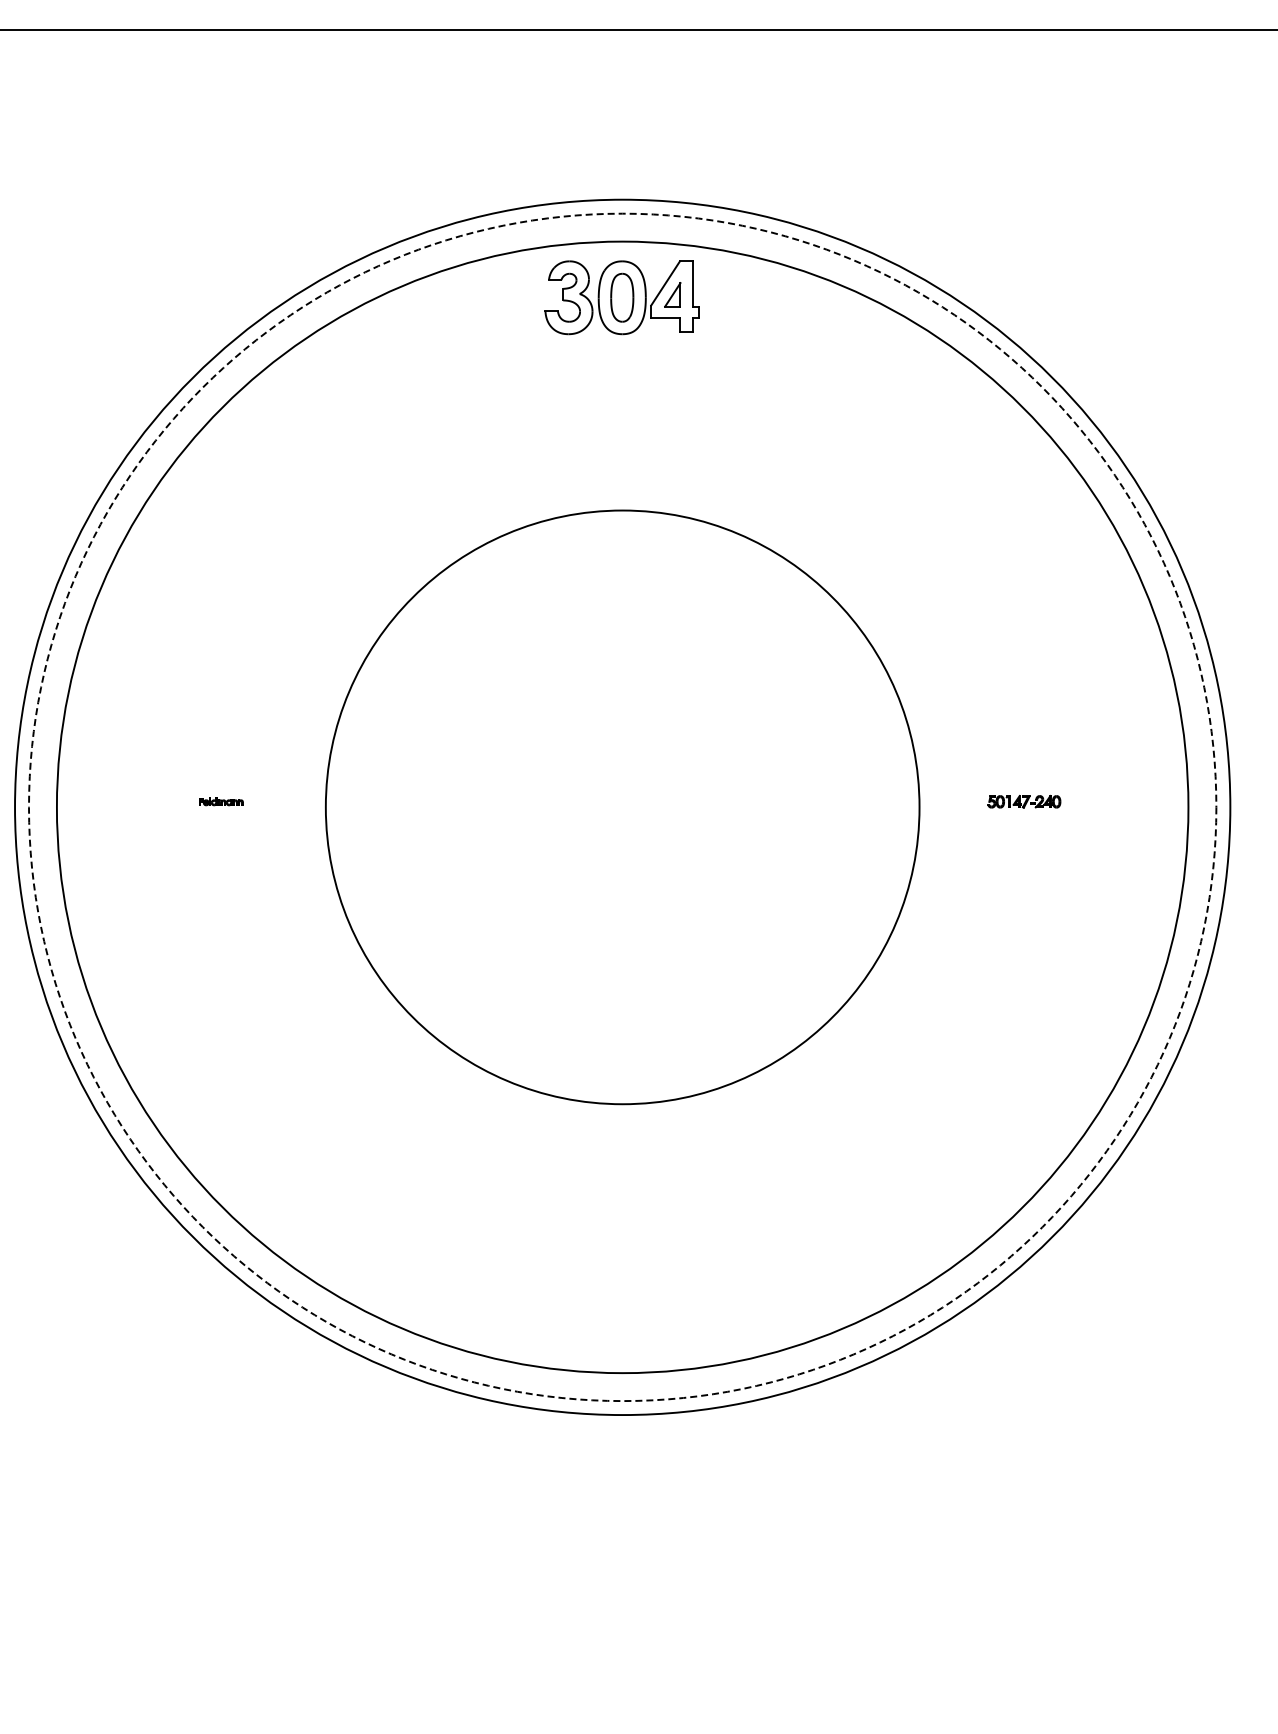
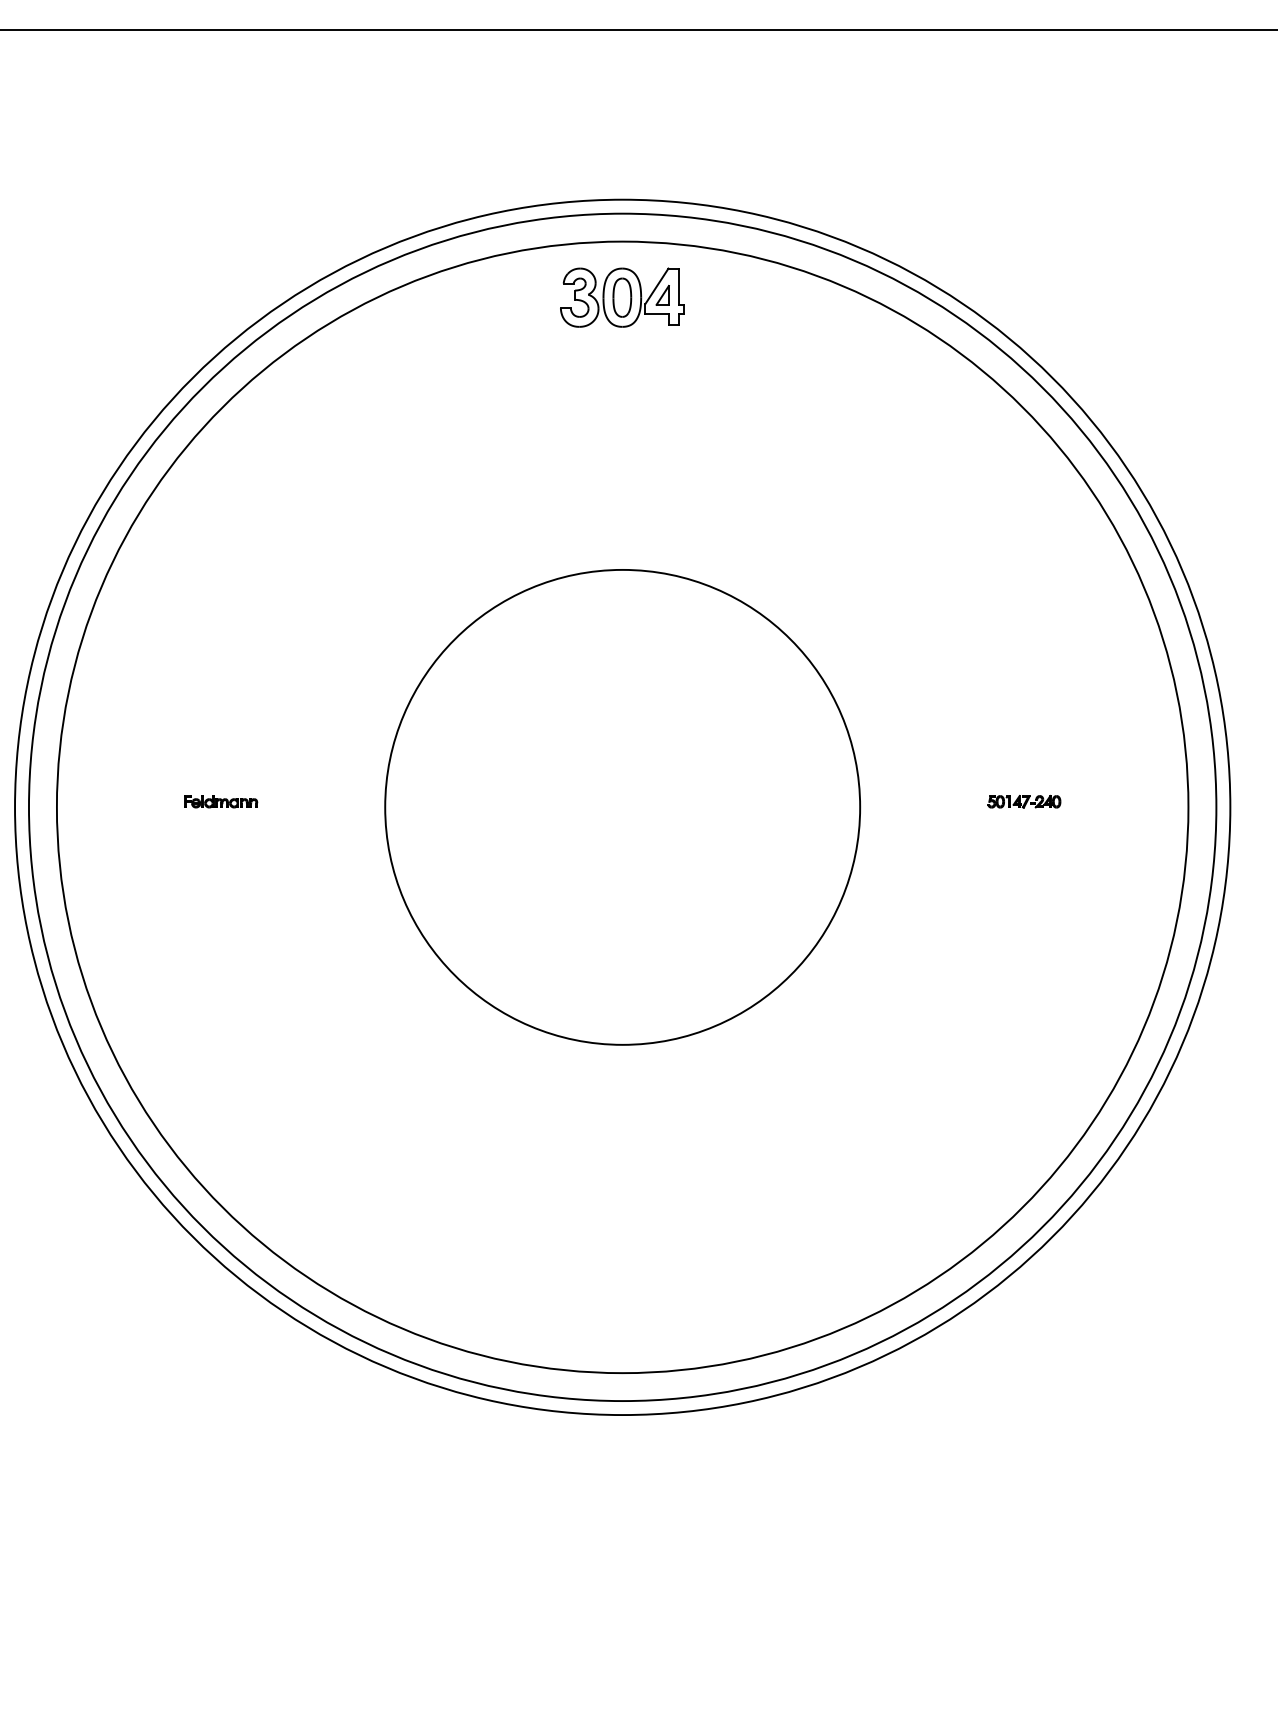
part at (621, 297) size: 156x76 px -> 125x61 px
part at (221, 801) size: 45x10 px -> 75x14 px
circle at (622, 807) diameter: 594 px -> 475 px
circle at (622, 807): dashed -> solid
